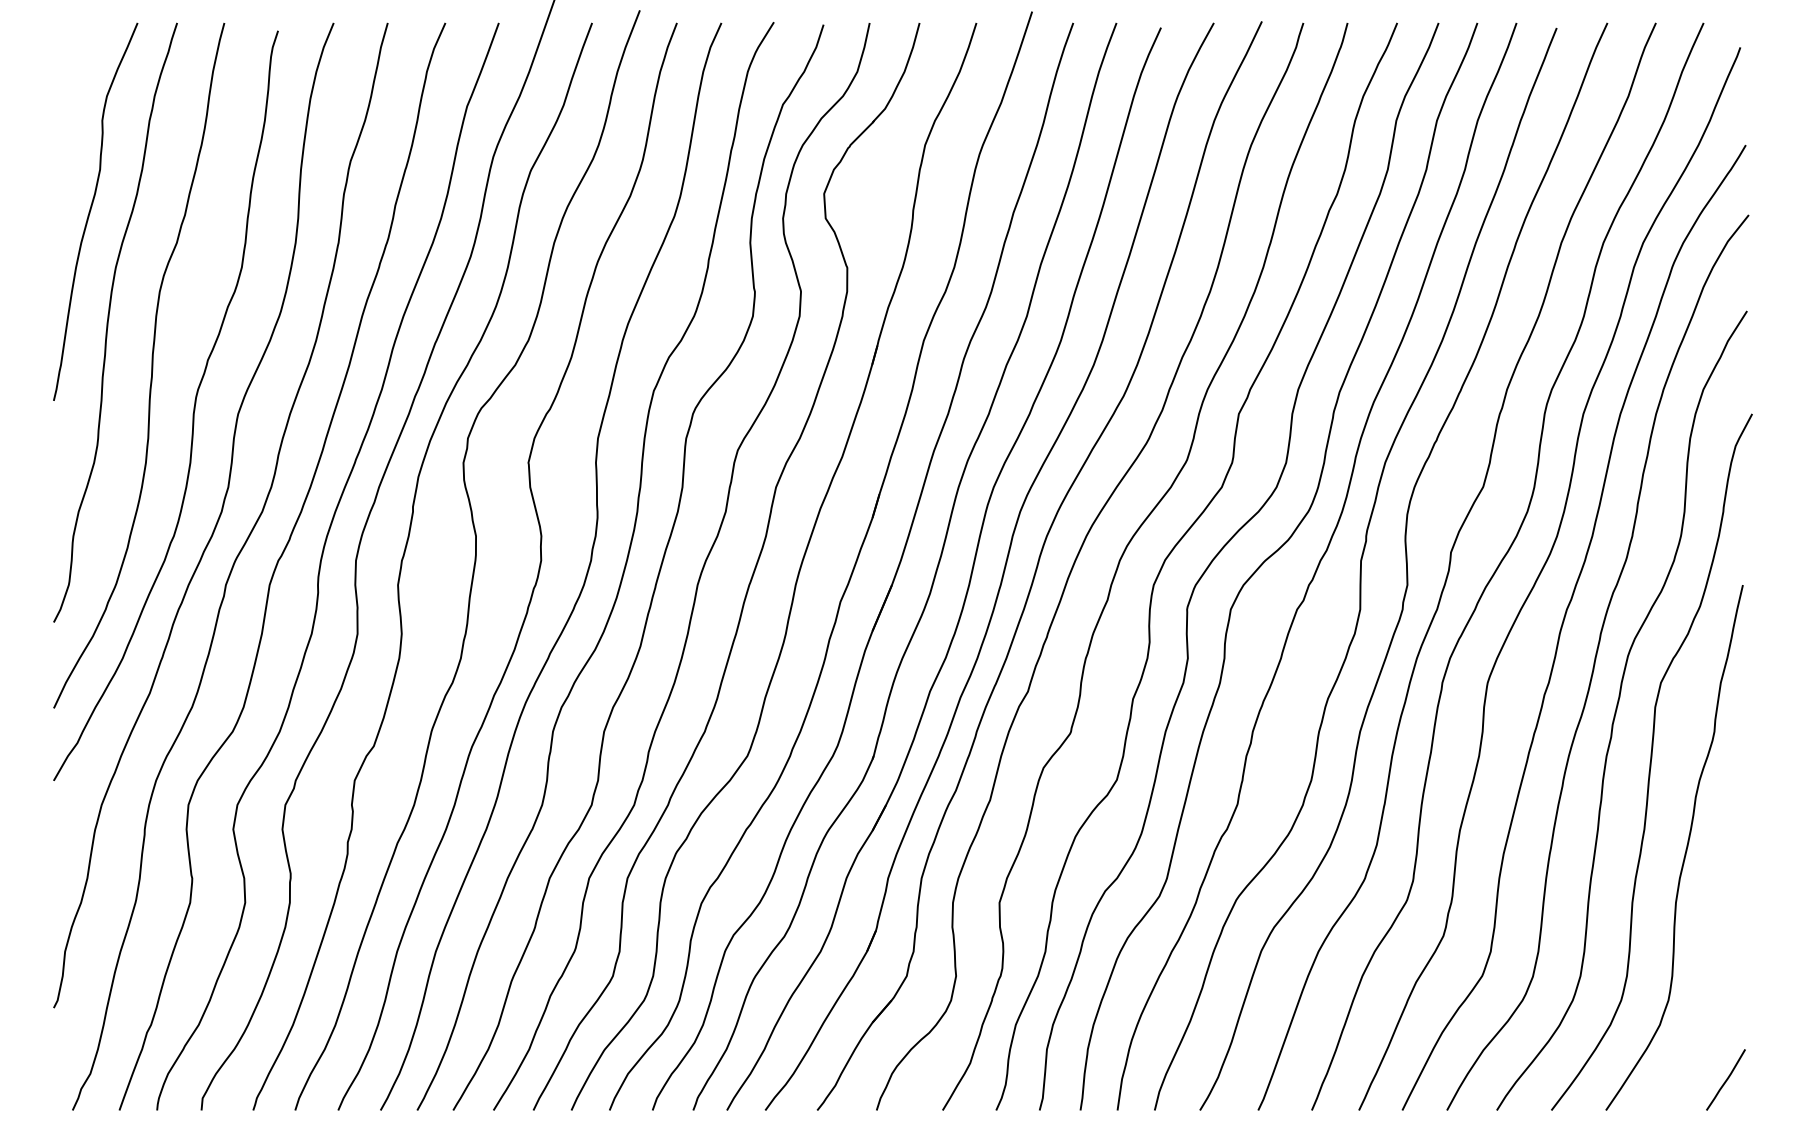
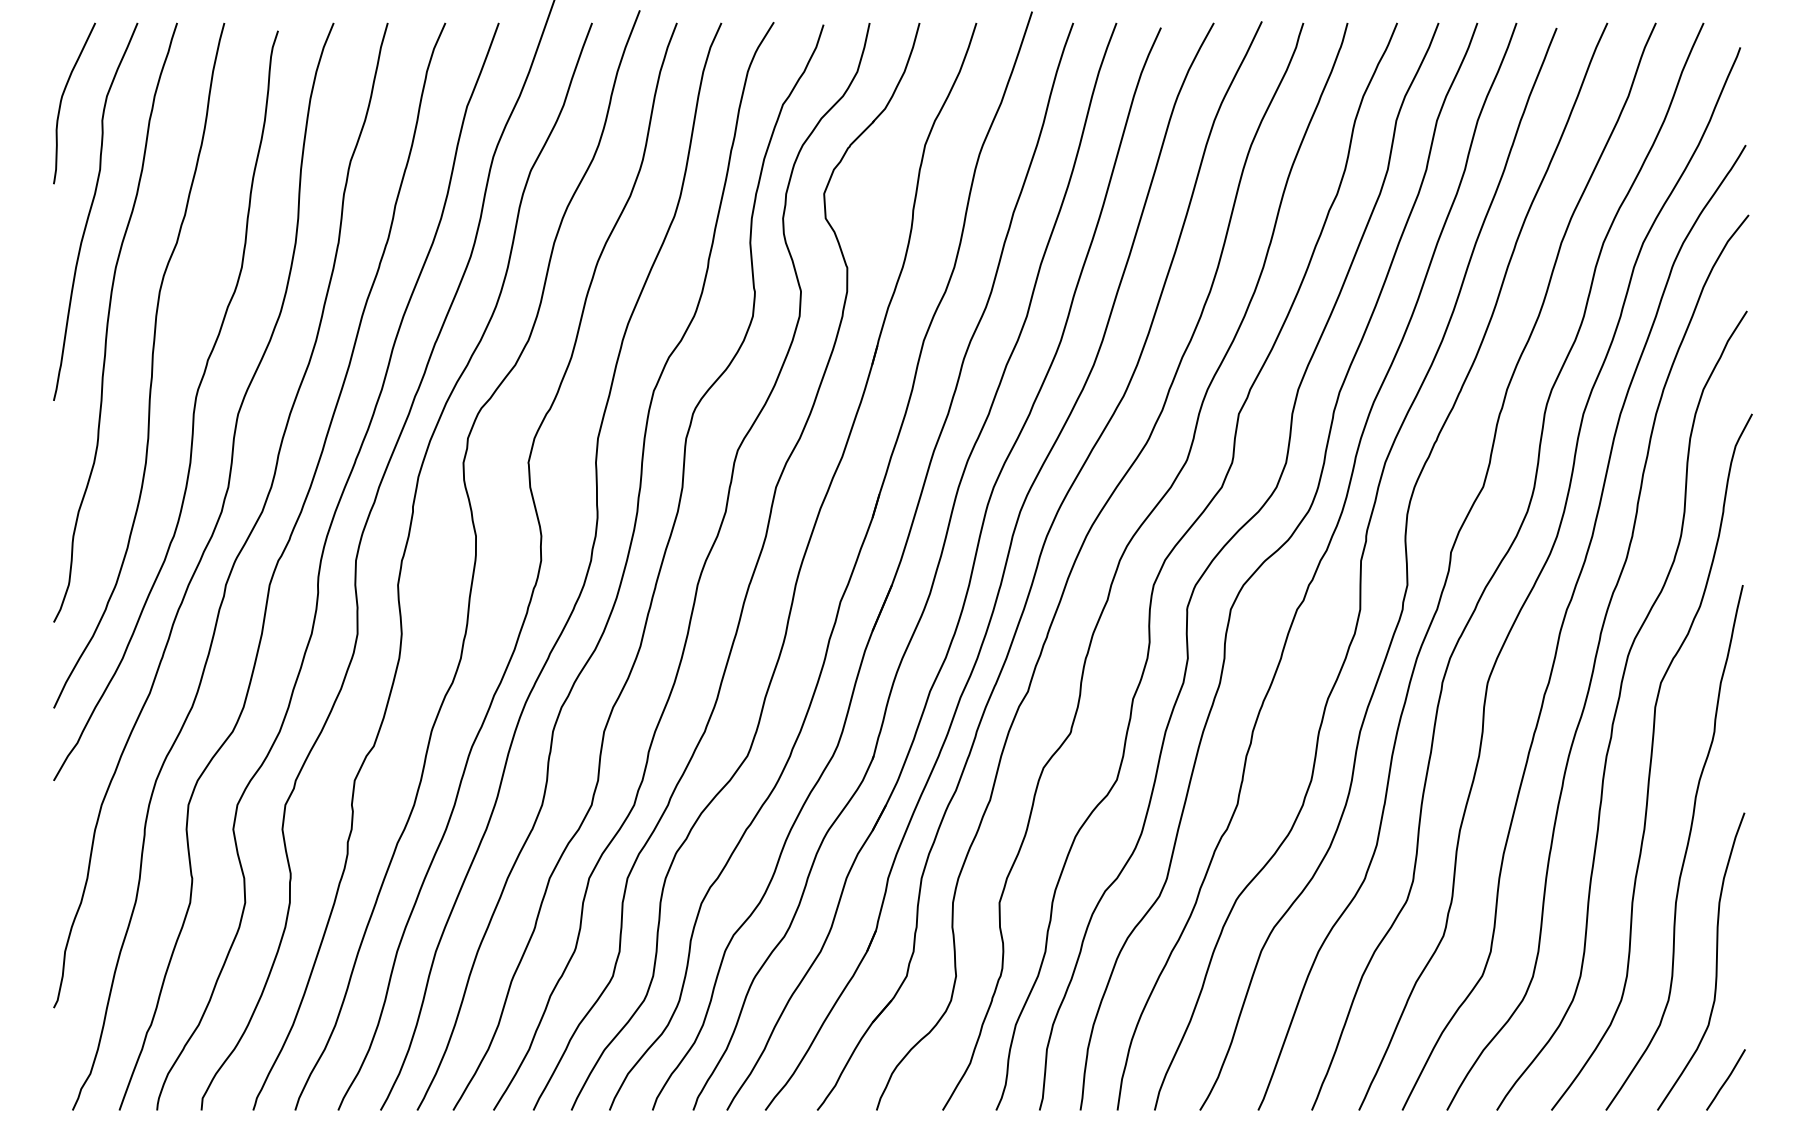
curve at (62, 100): none -> present
curve at (1715, 962): none -> present
